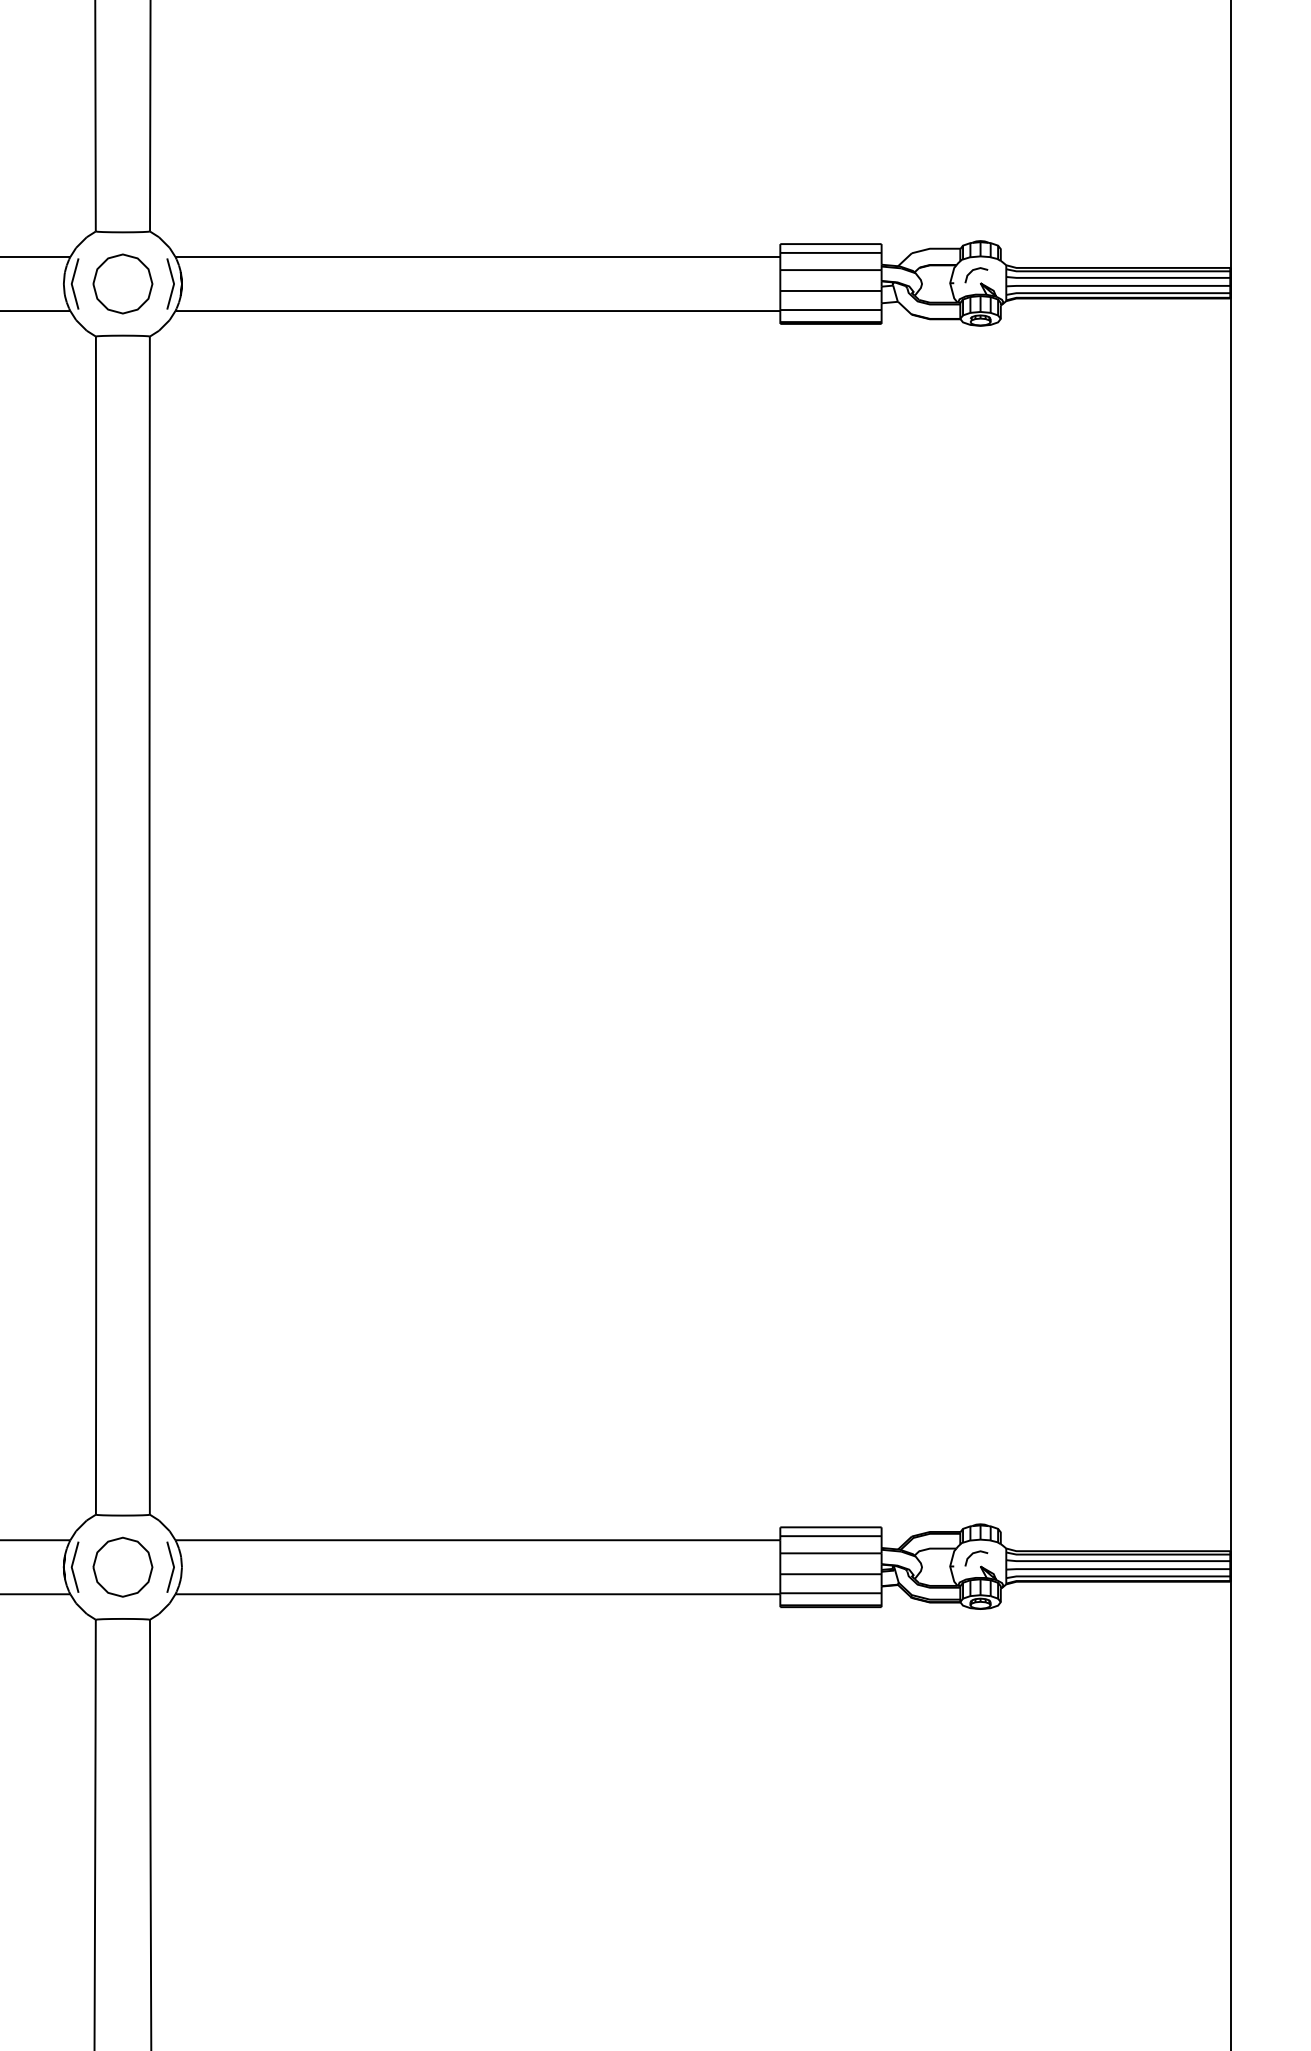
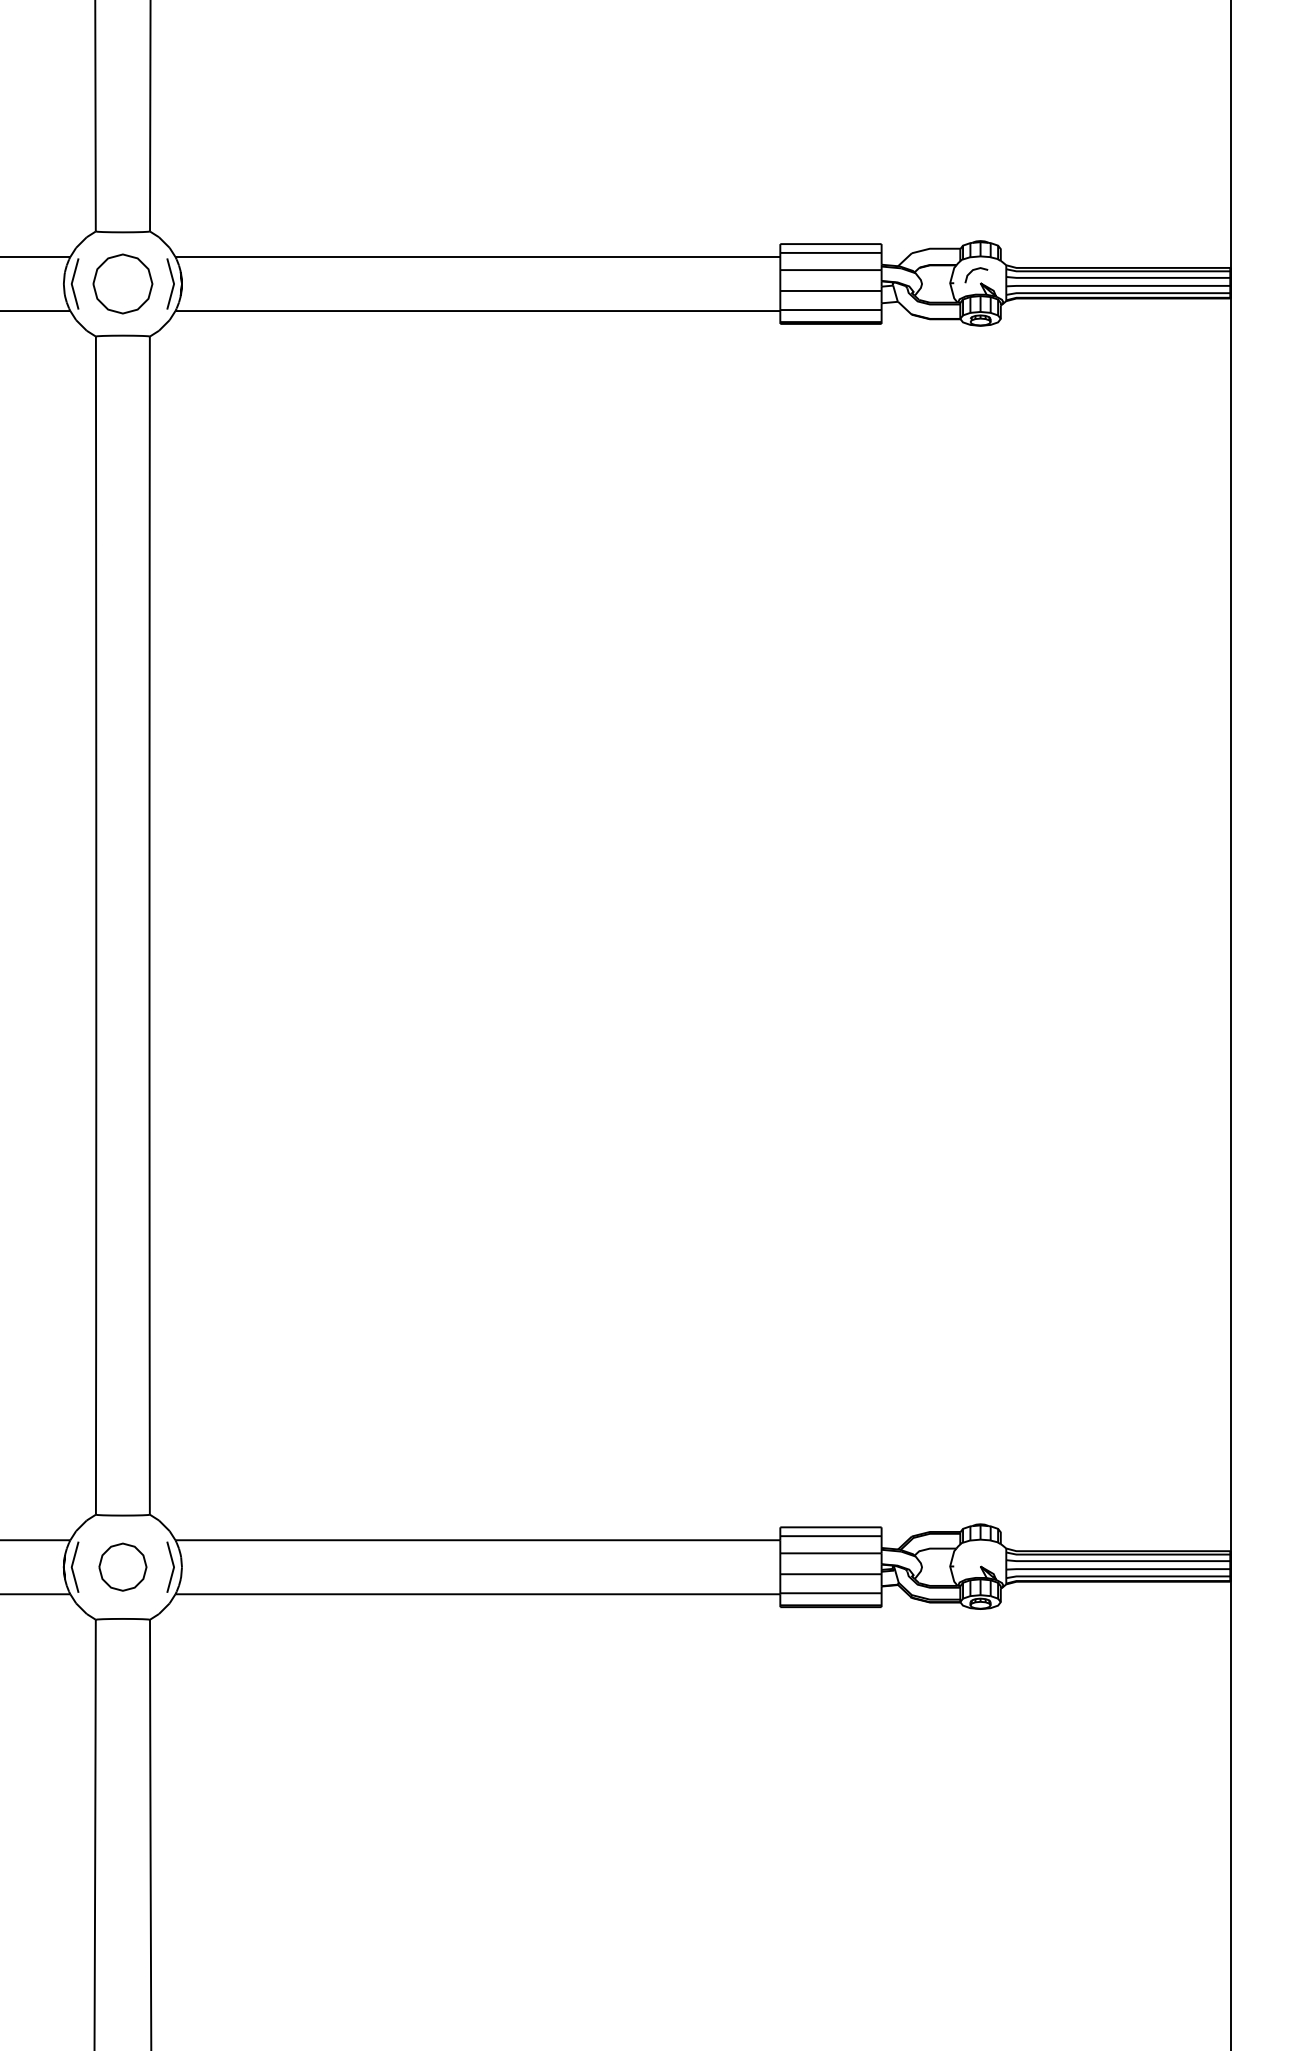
curve at (976, 1553): present -> none
part at (122, 1566) size: 62x62 px -> 50x50 px
